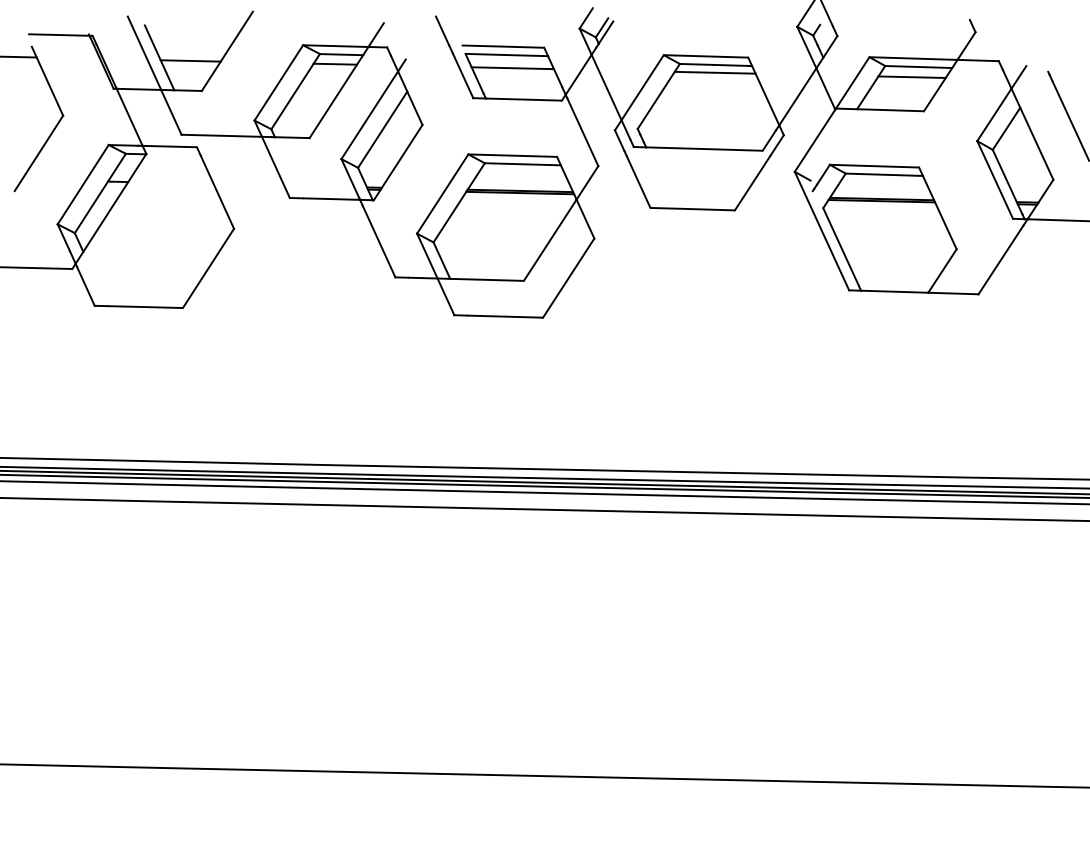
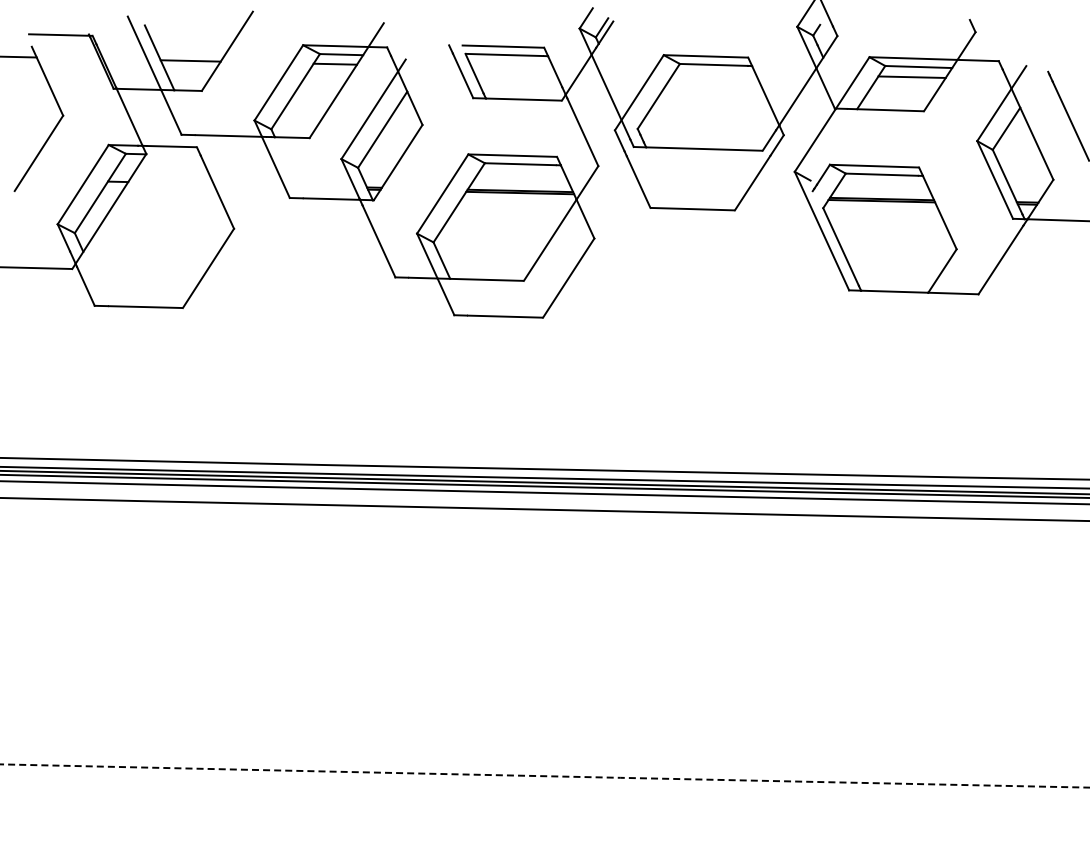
line at (442, 30): present -> none
line at (512, 68): present -> none
line at (714, 72): present -> none
arc at (545, 776): solid -> dashed
